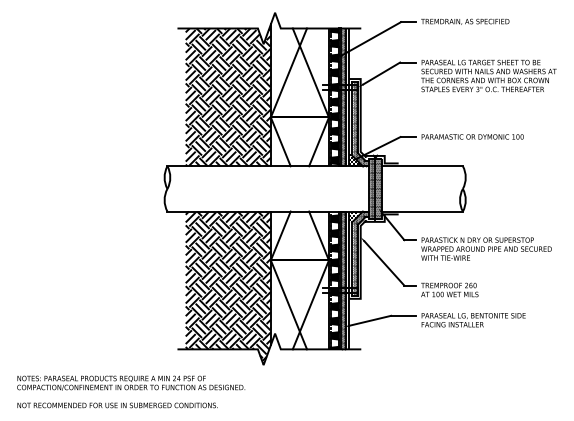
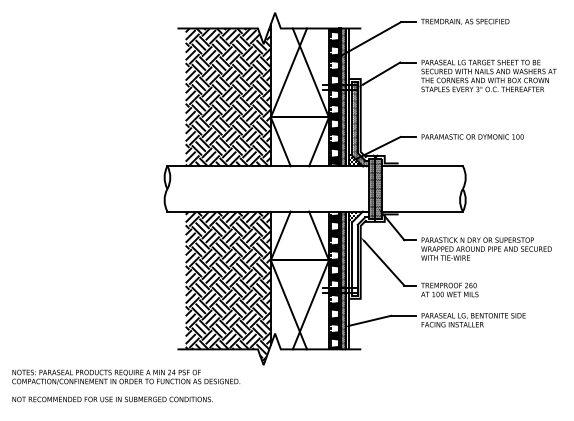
hatch at (360, 253): present -> none
text at (131, 391) position: (131, 391) -> (126, 385)
